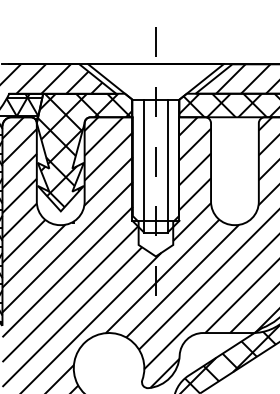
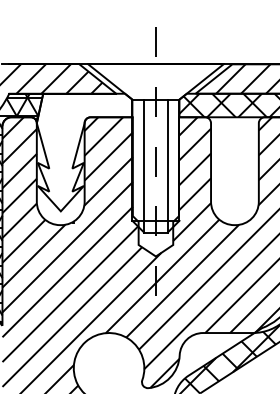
hatch at (84, 150): present -> none
